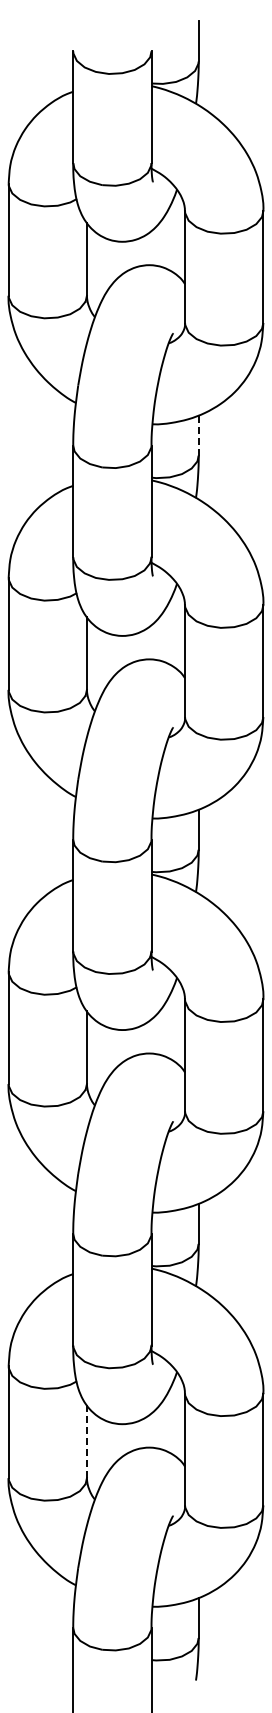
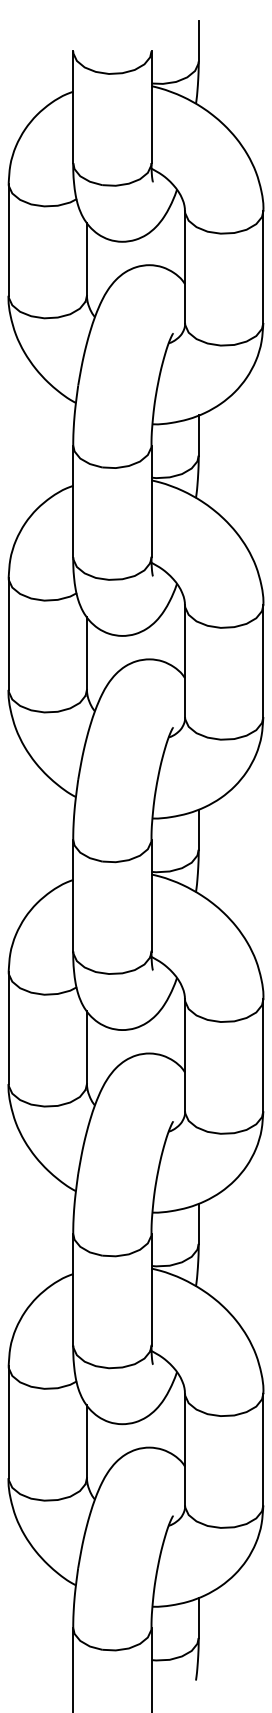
line at (198, 434): dashed -> solid
line at (86, 1441): dashed -> solid
